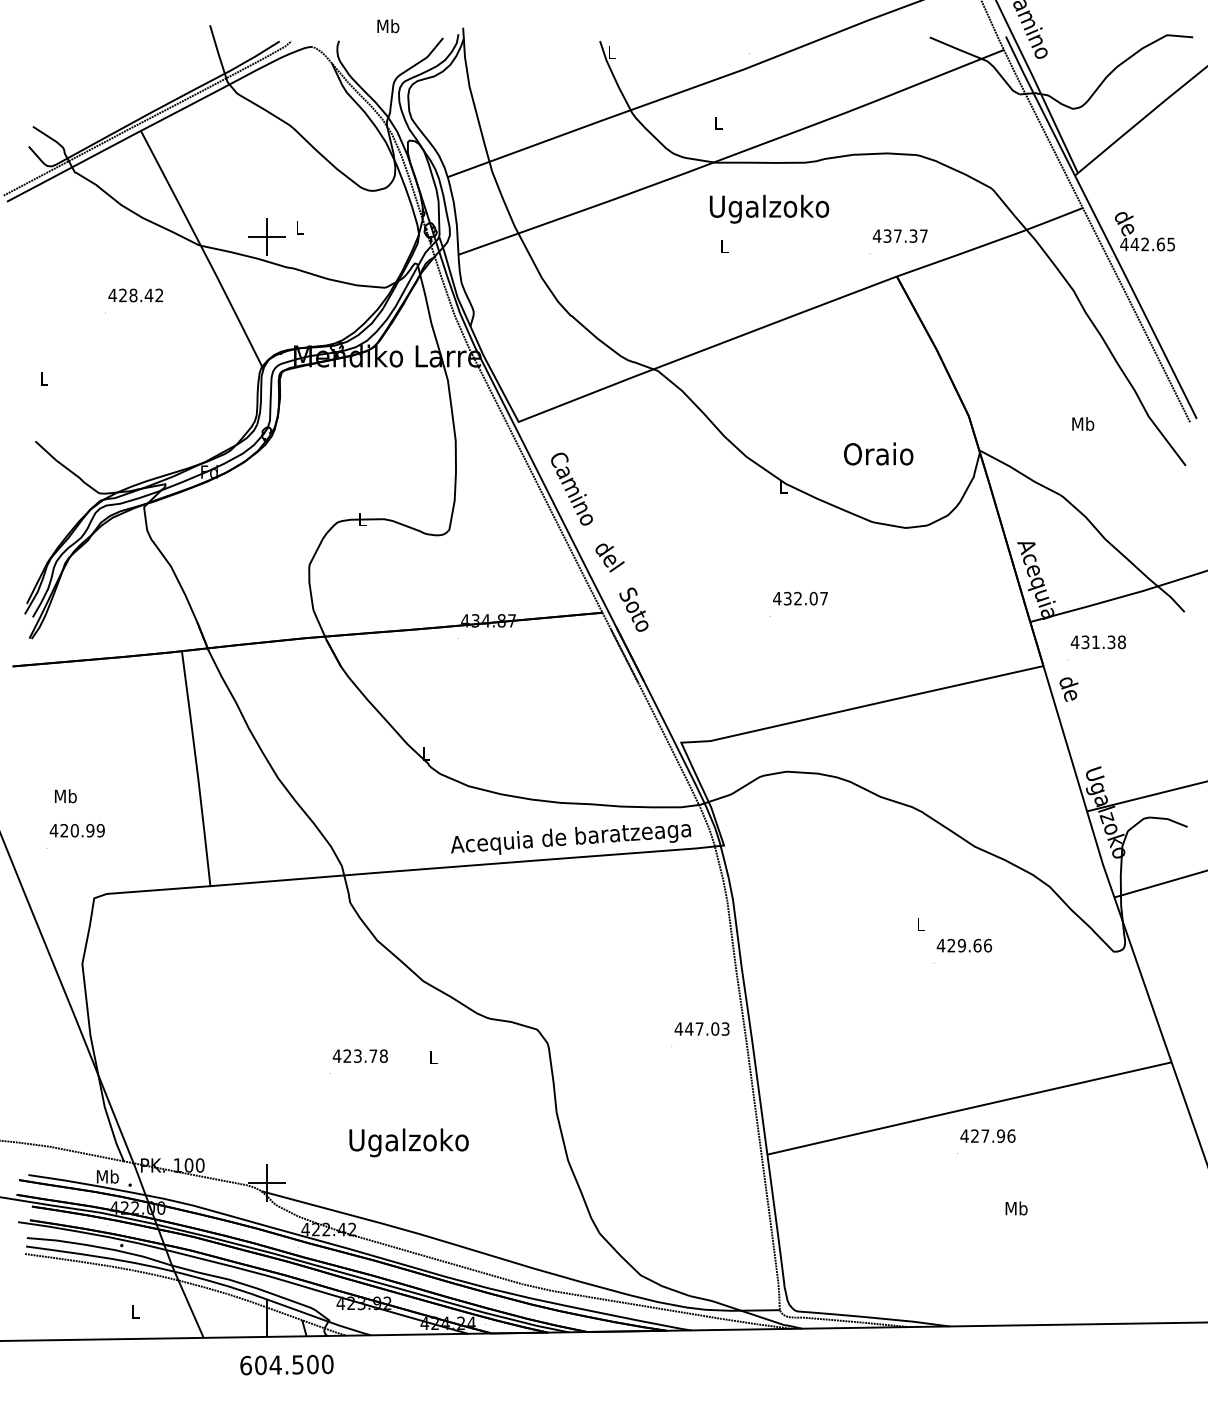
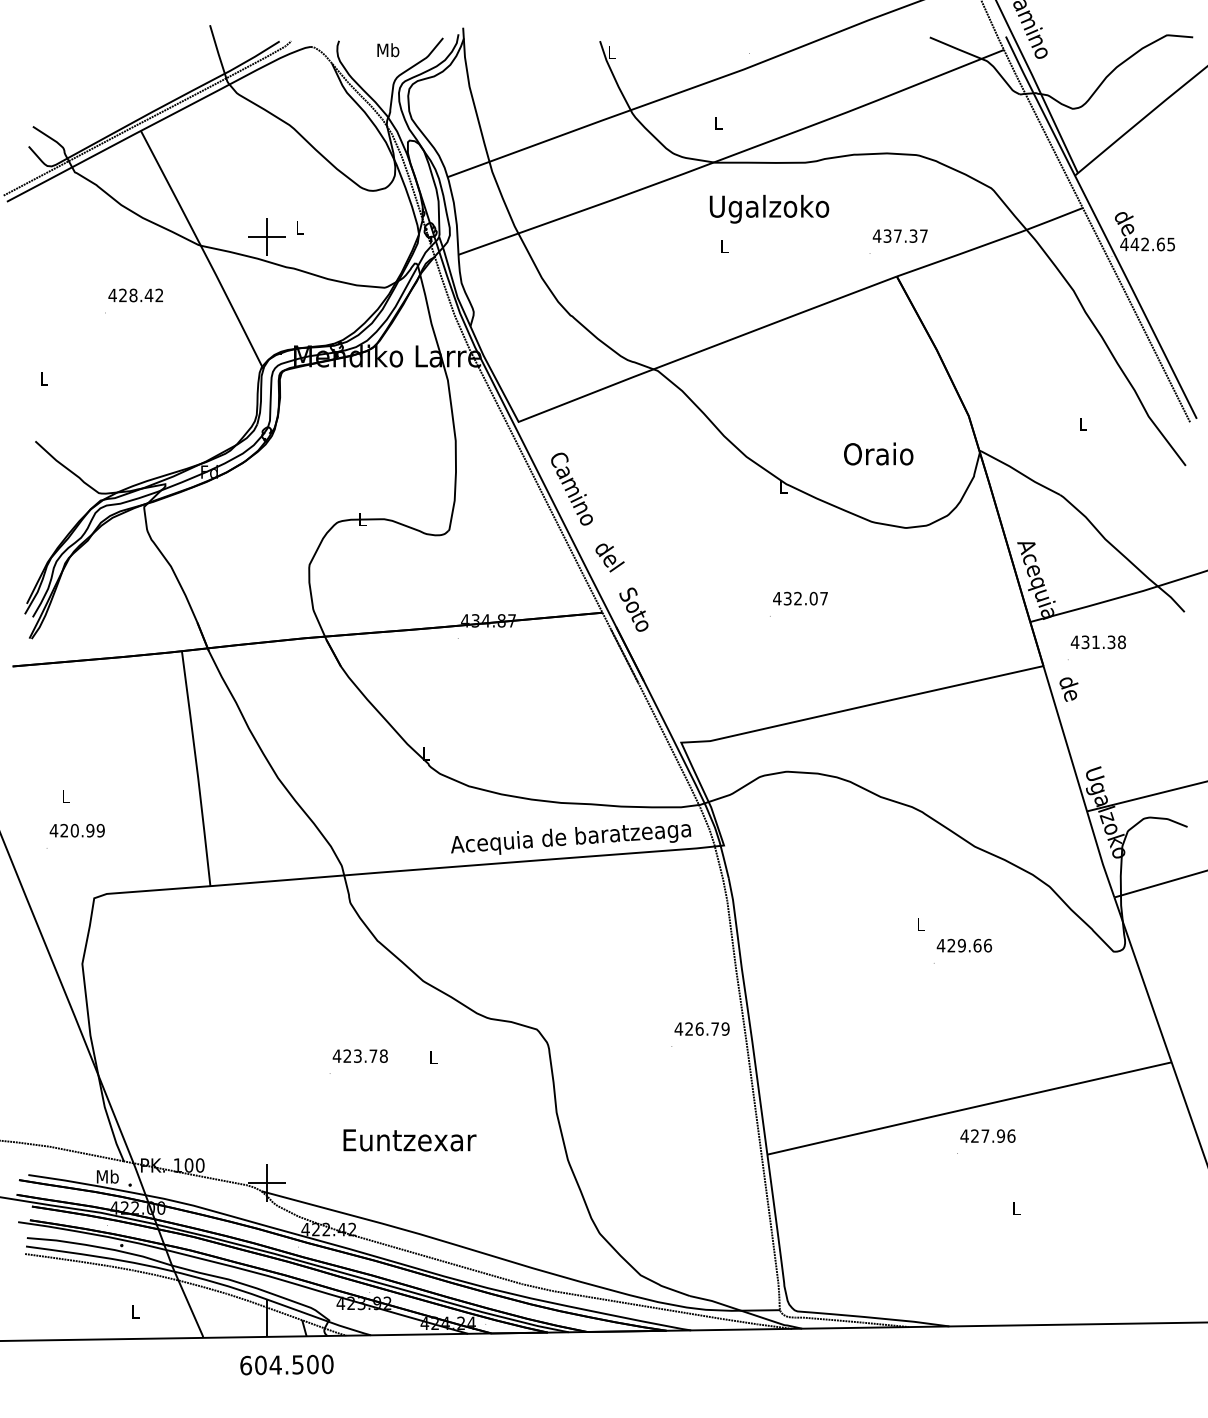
text at (388, 26) position: (388, 26) -> (388, 50)
text at (1083, 423): Mb -> L
text at (65, 796): Mb -> L
text at (707, 1028): 447.03 -> 426.79
text at (409, 1142): Ugalzoko -> Euntzexar
text at (1016, 1208): Mb -> L
